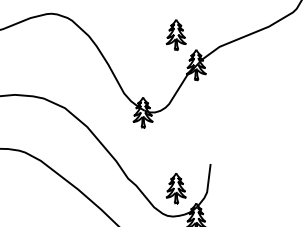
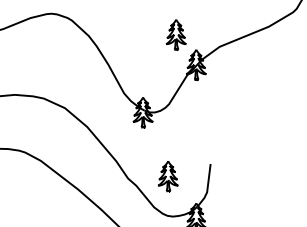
part at (175, 188) position: (175, 188) -> (167, 176)
